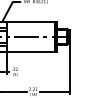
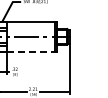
line at (31, 51): solid -> dashed
